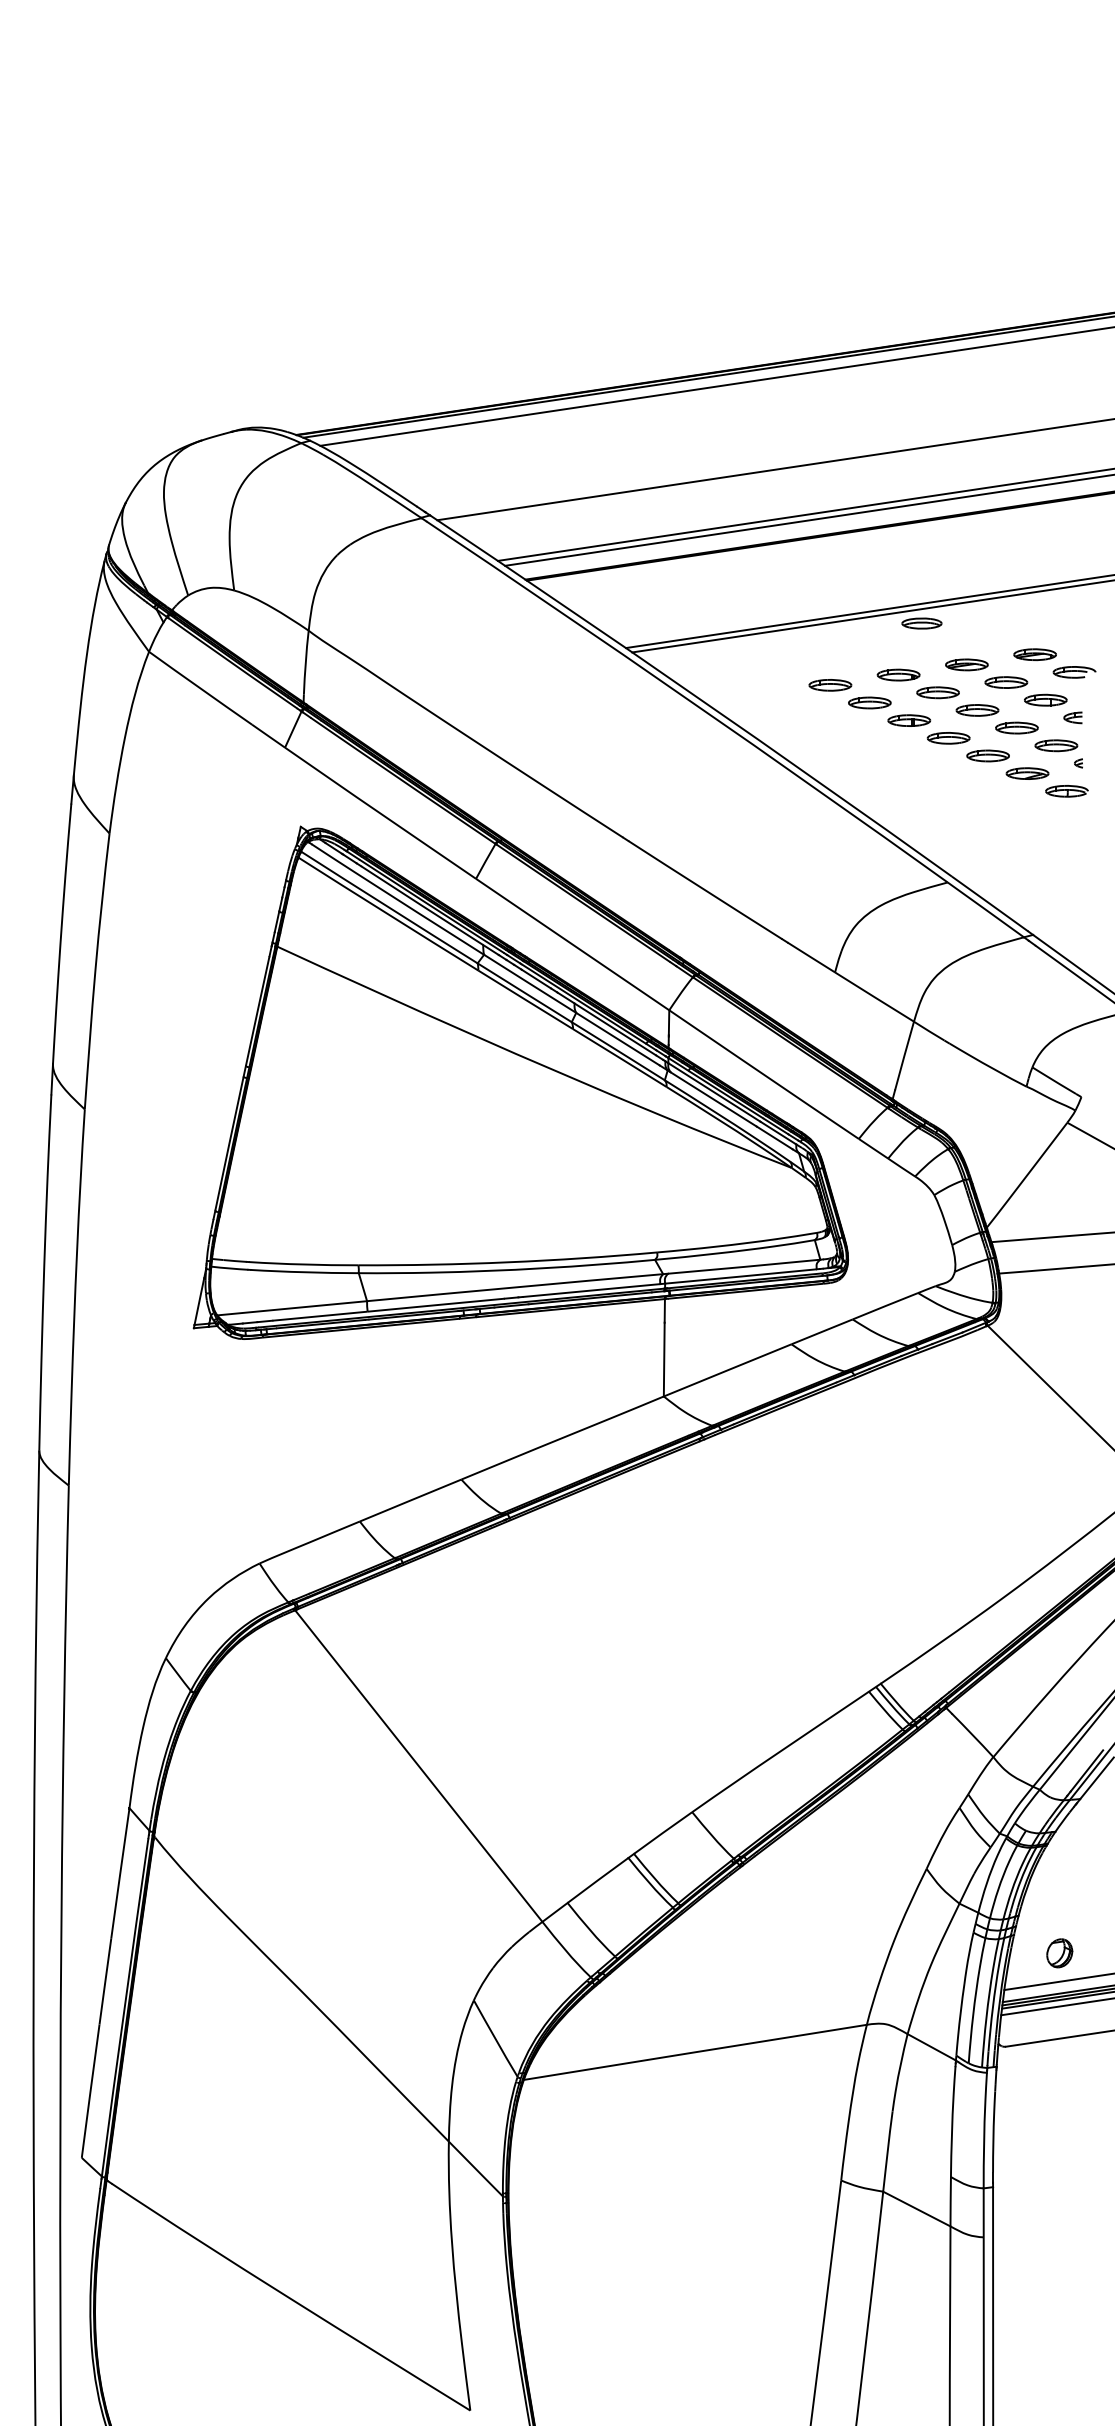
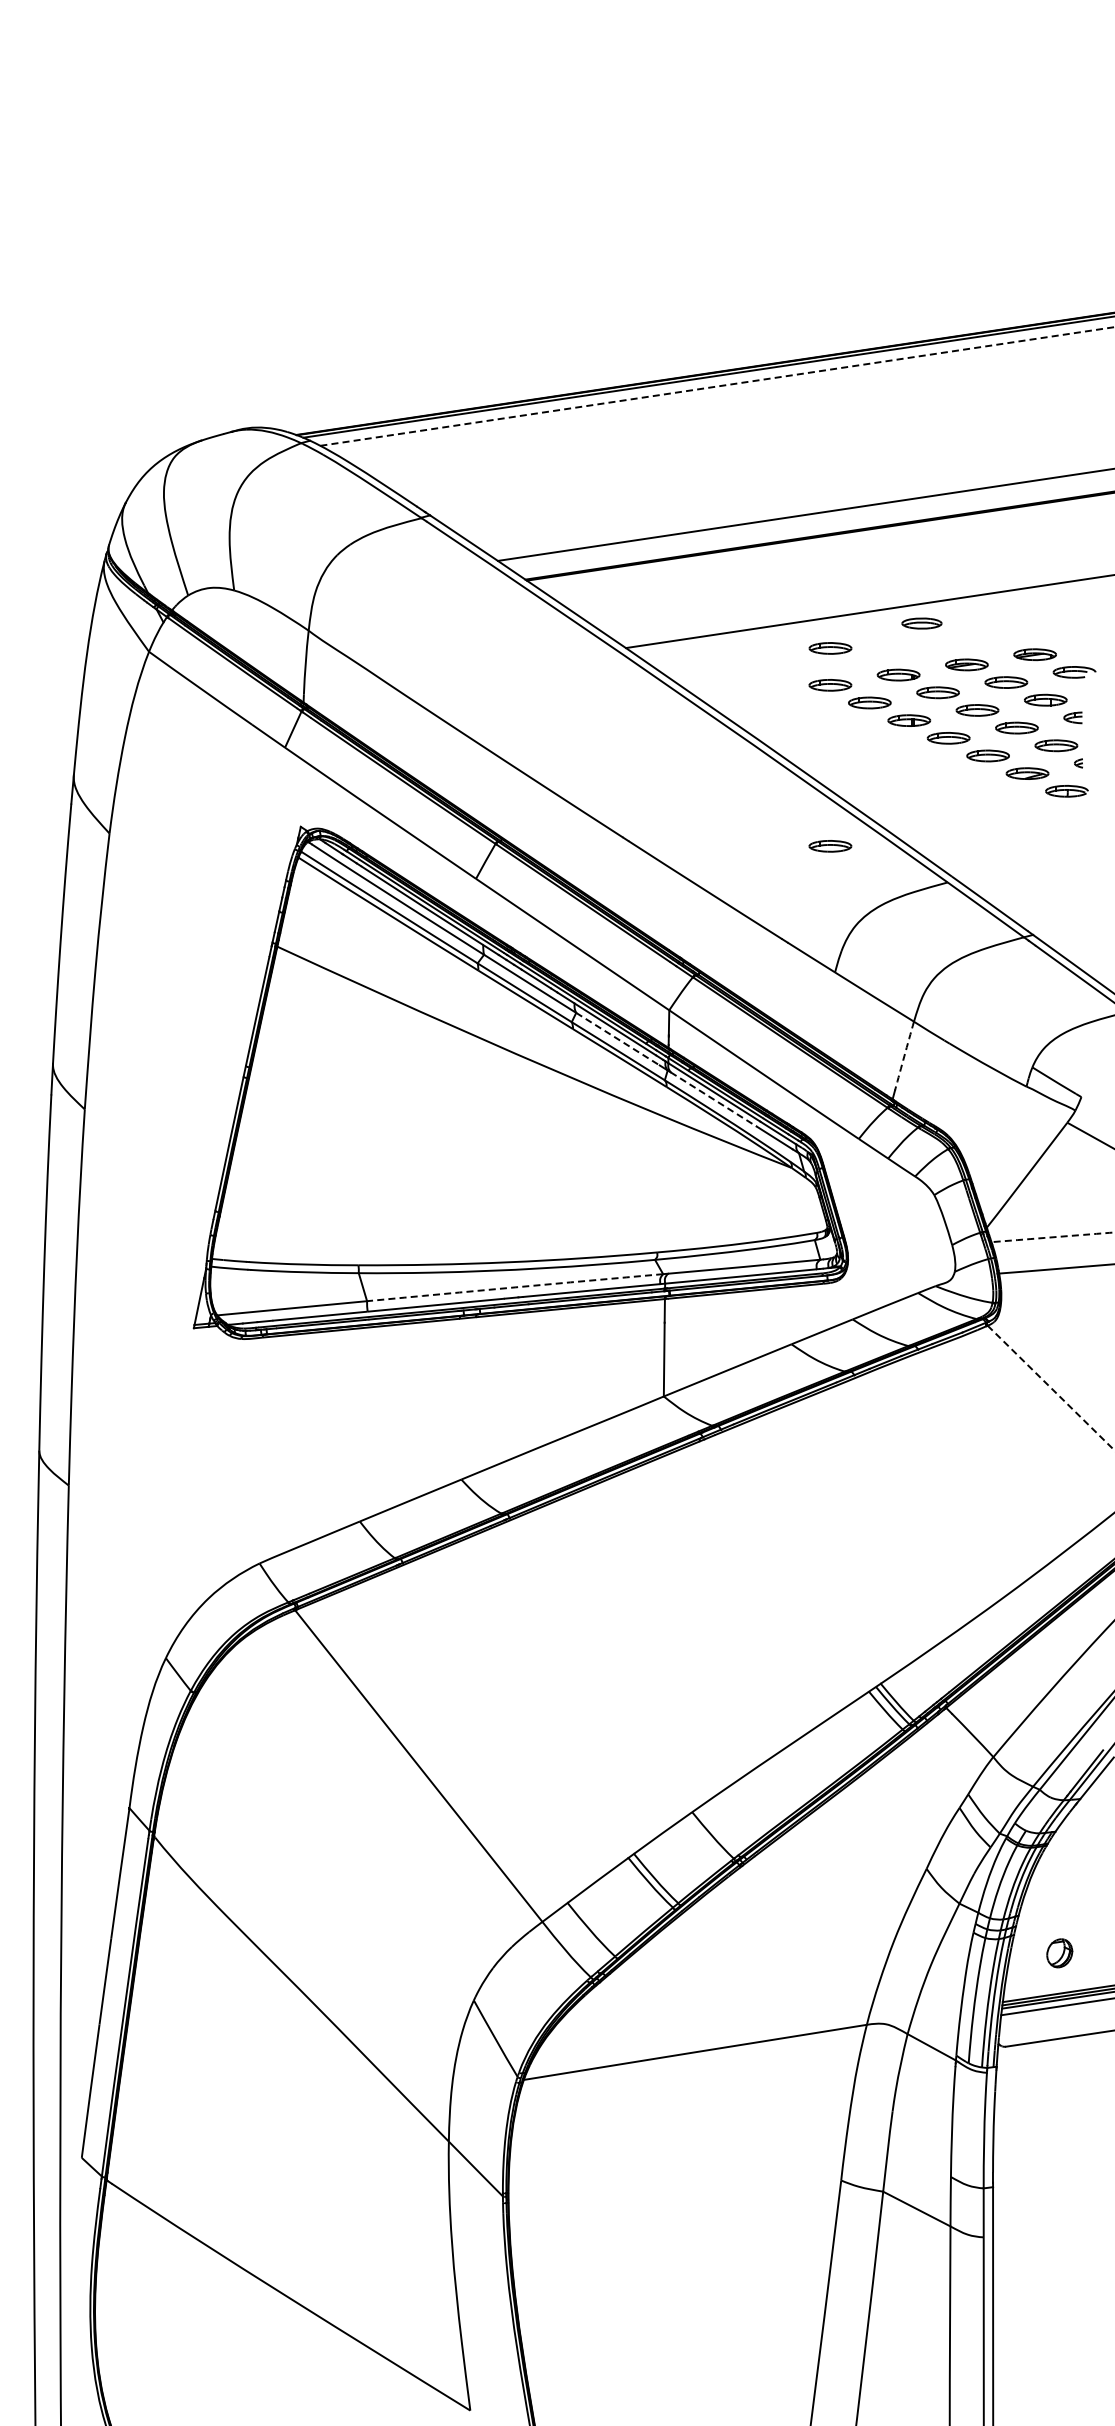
line at (717, 386): solid -> dashed
line at (774, 469): present -> none
line at (808, 520): present -> none
line at (871, 616): present -> none
part at (830, 648): none -> present
part at (830, 846): none -> present
line at (618, 1039): solid -> dashed
arc at (904, 1056): solid -> dashed
line at (713, 1099): solid -> dashed
arc at (1052, 1237): solid -> dashed
arc at (515, 1287): solid -> dashed
line at (1051, 1388): solid -> dashed
line at (1057, 1982): present -> none
